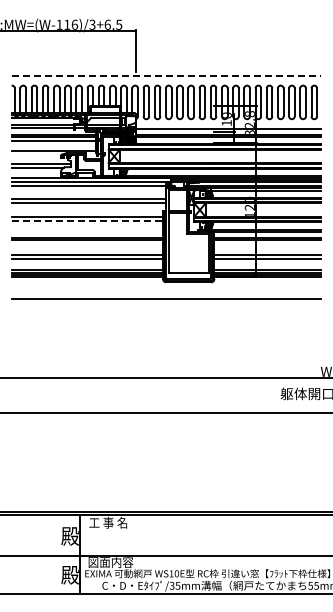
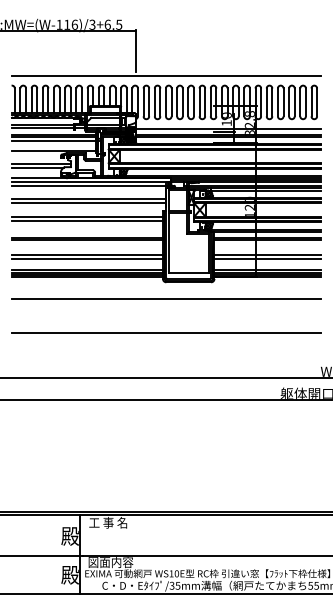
line at (166, 75): dashed -> solid
line at (87, 221): dashed -> solid
line at (166, 333): none -> present
line at (165, 413) position: (165, 413) -> (165, 400)
